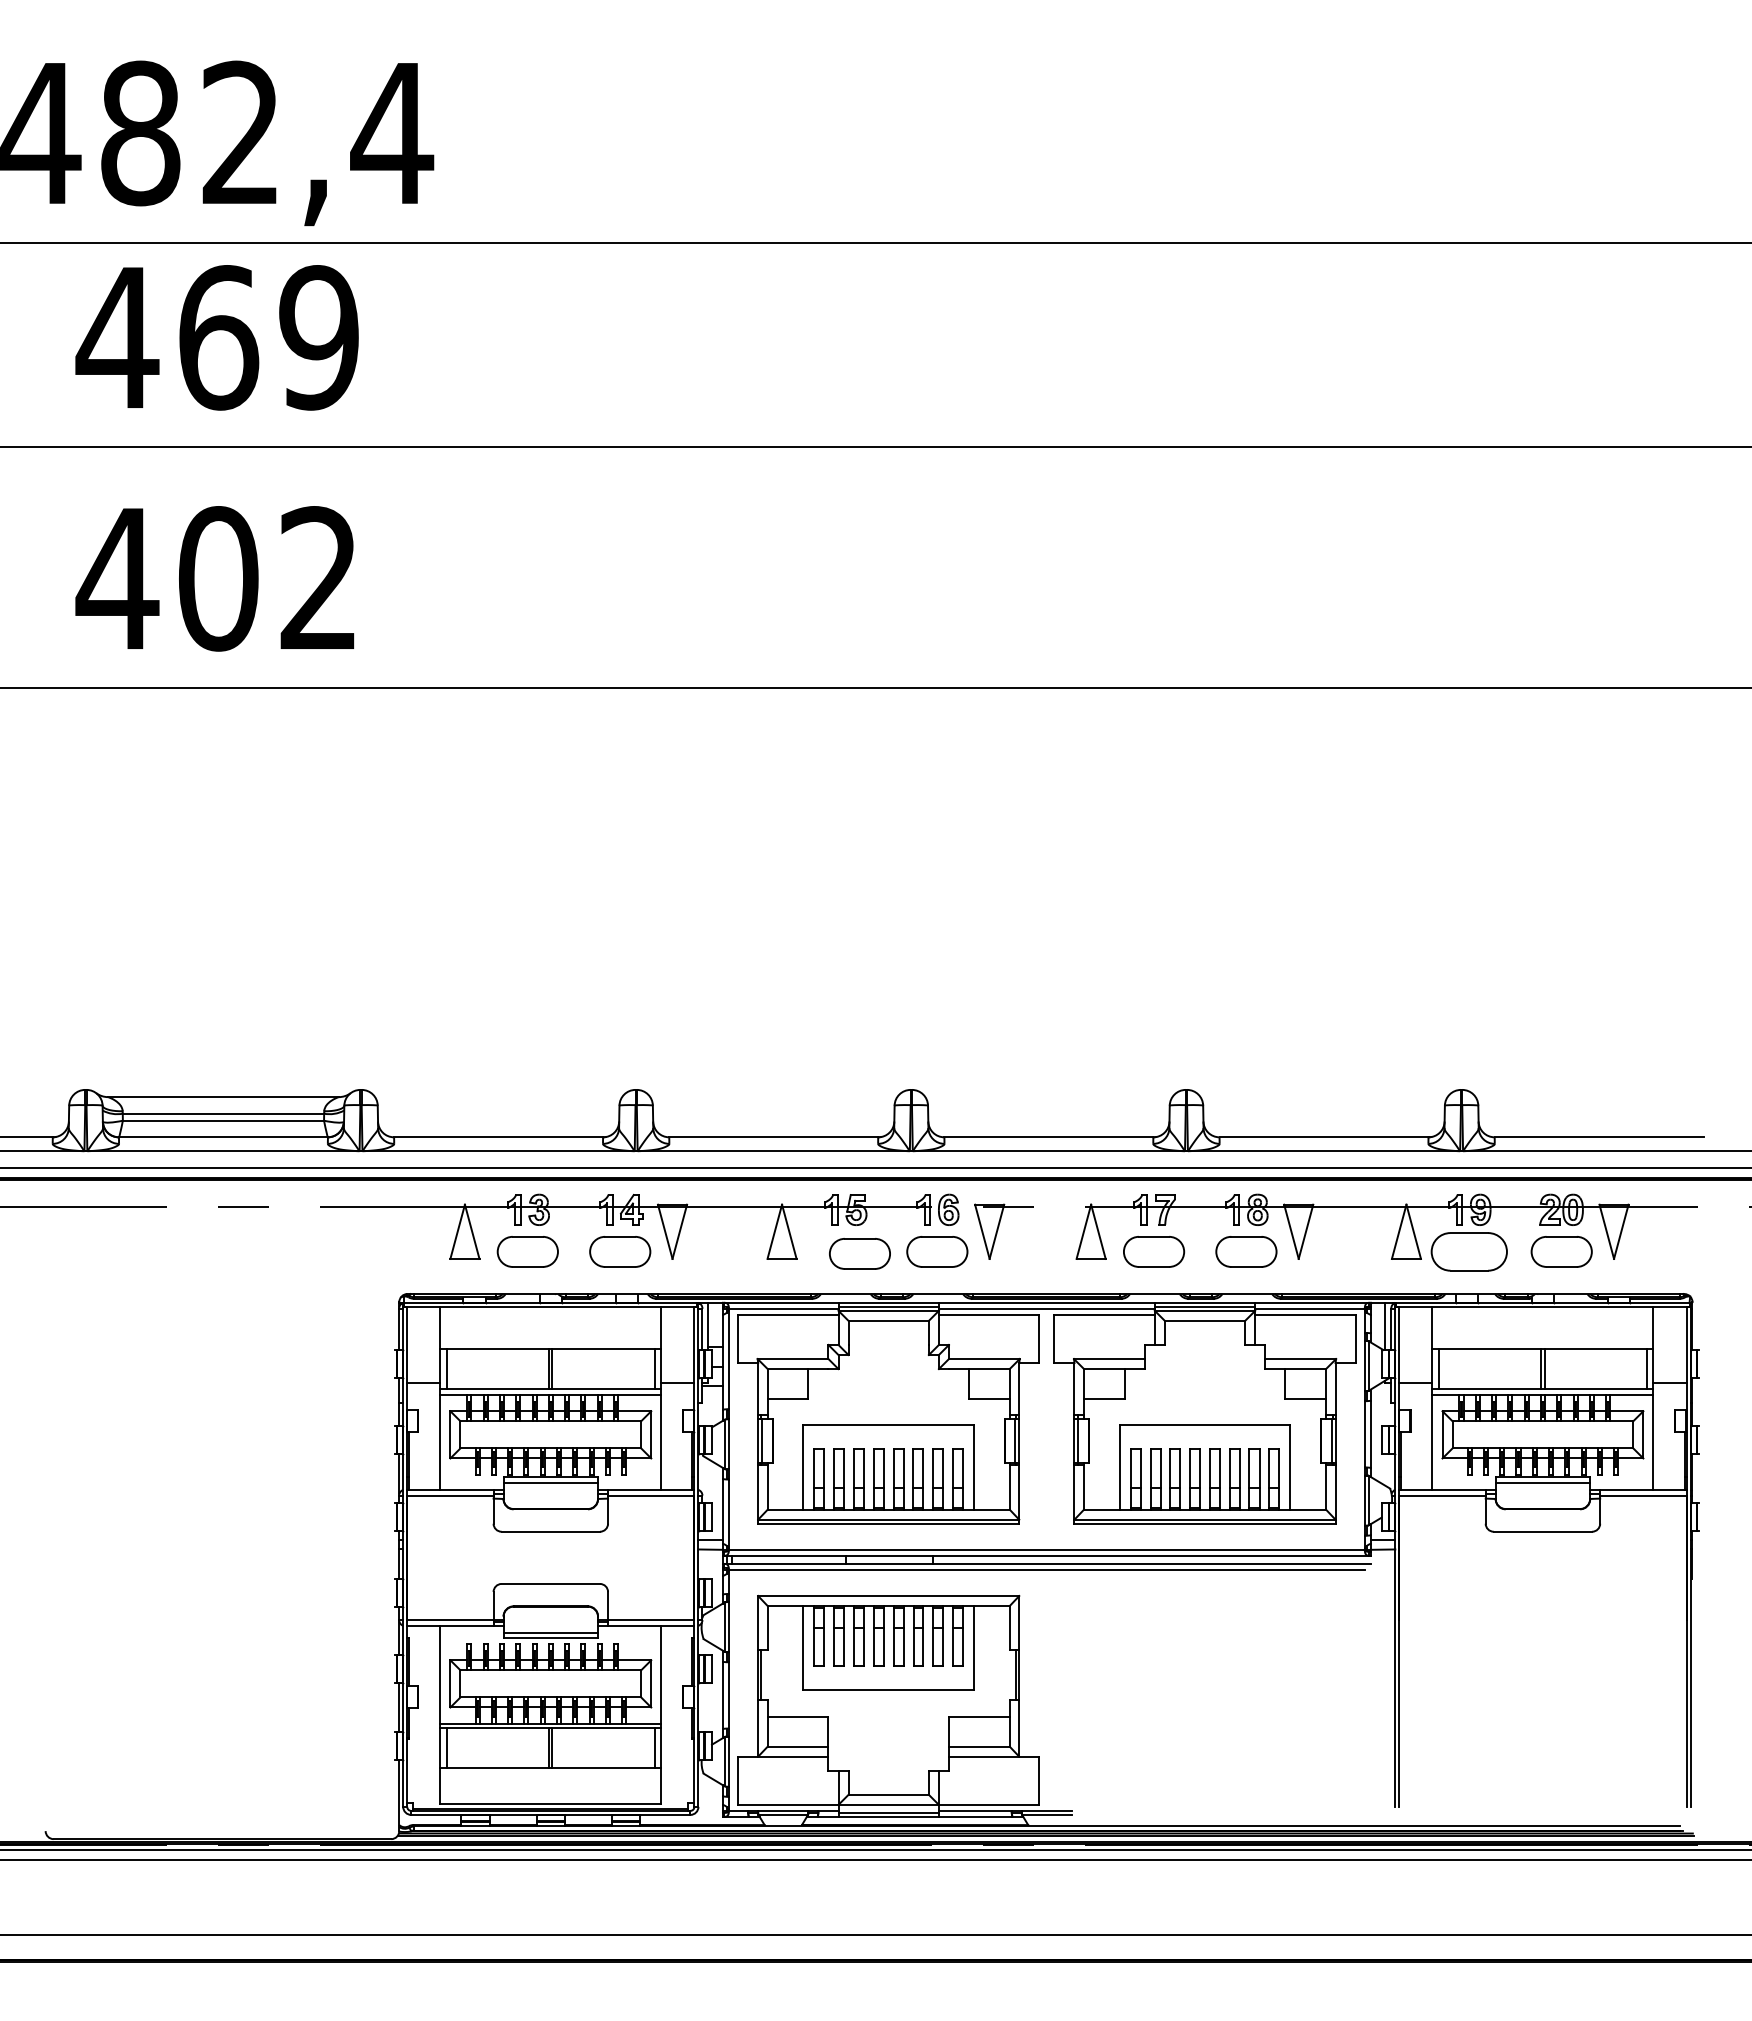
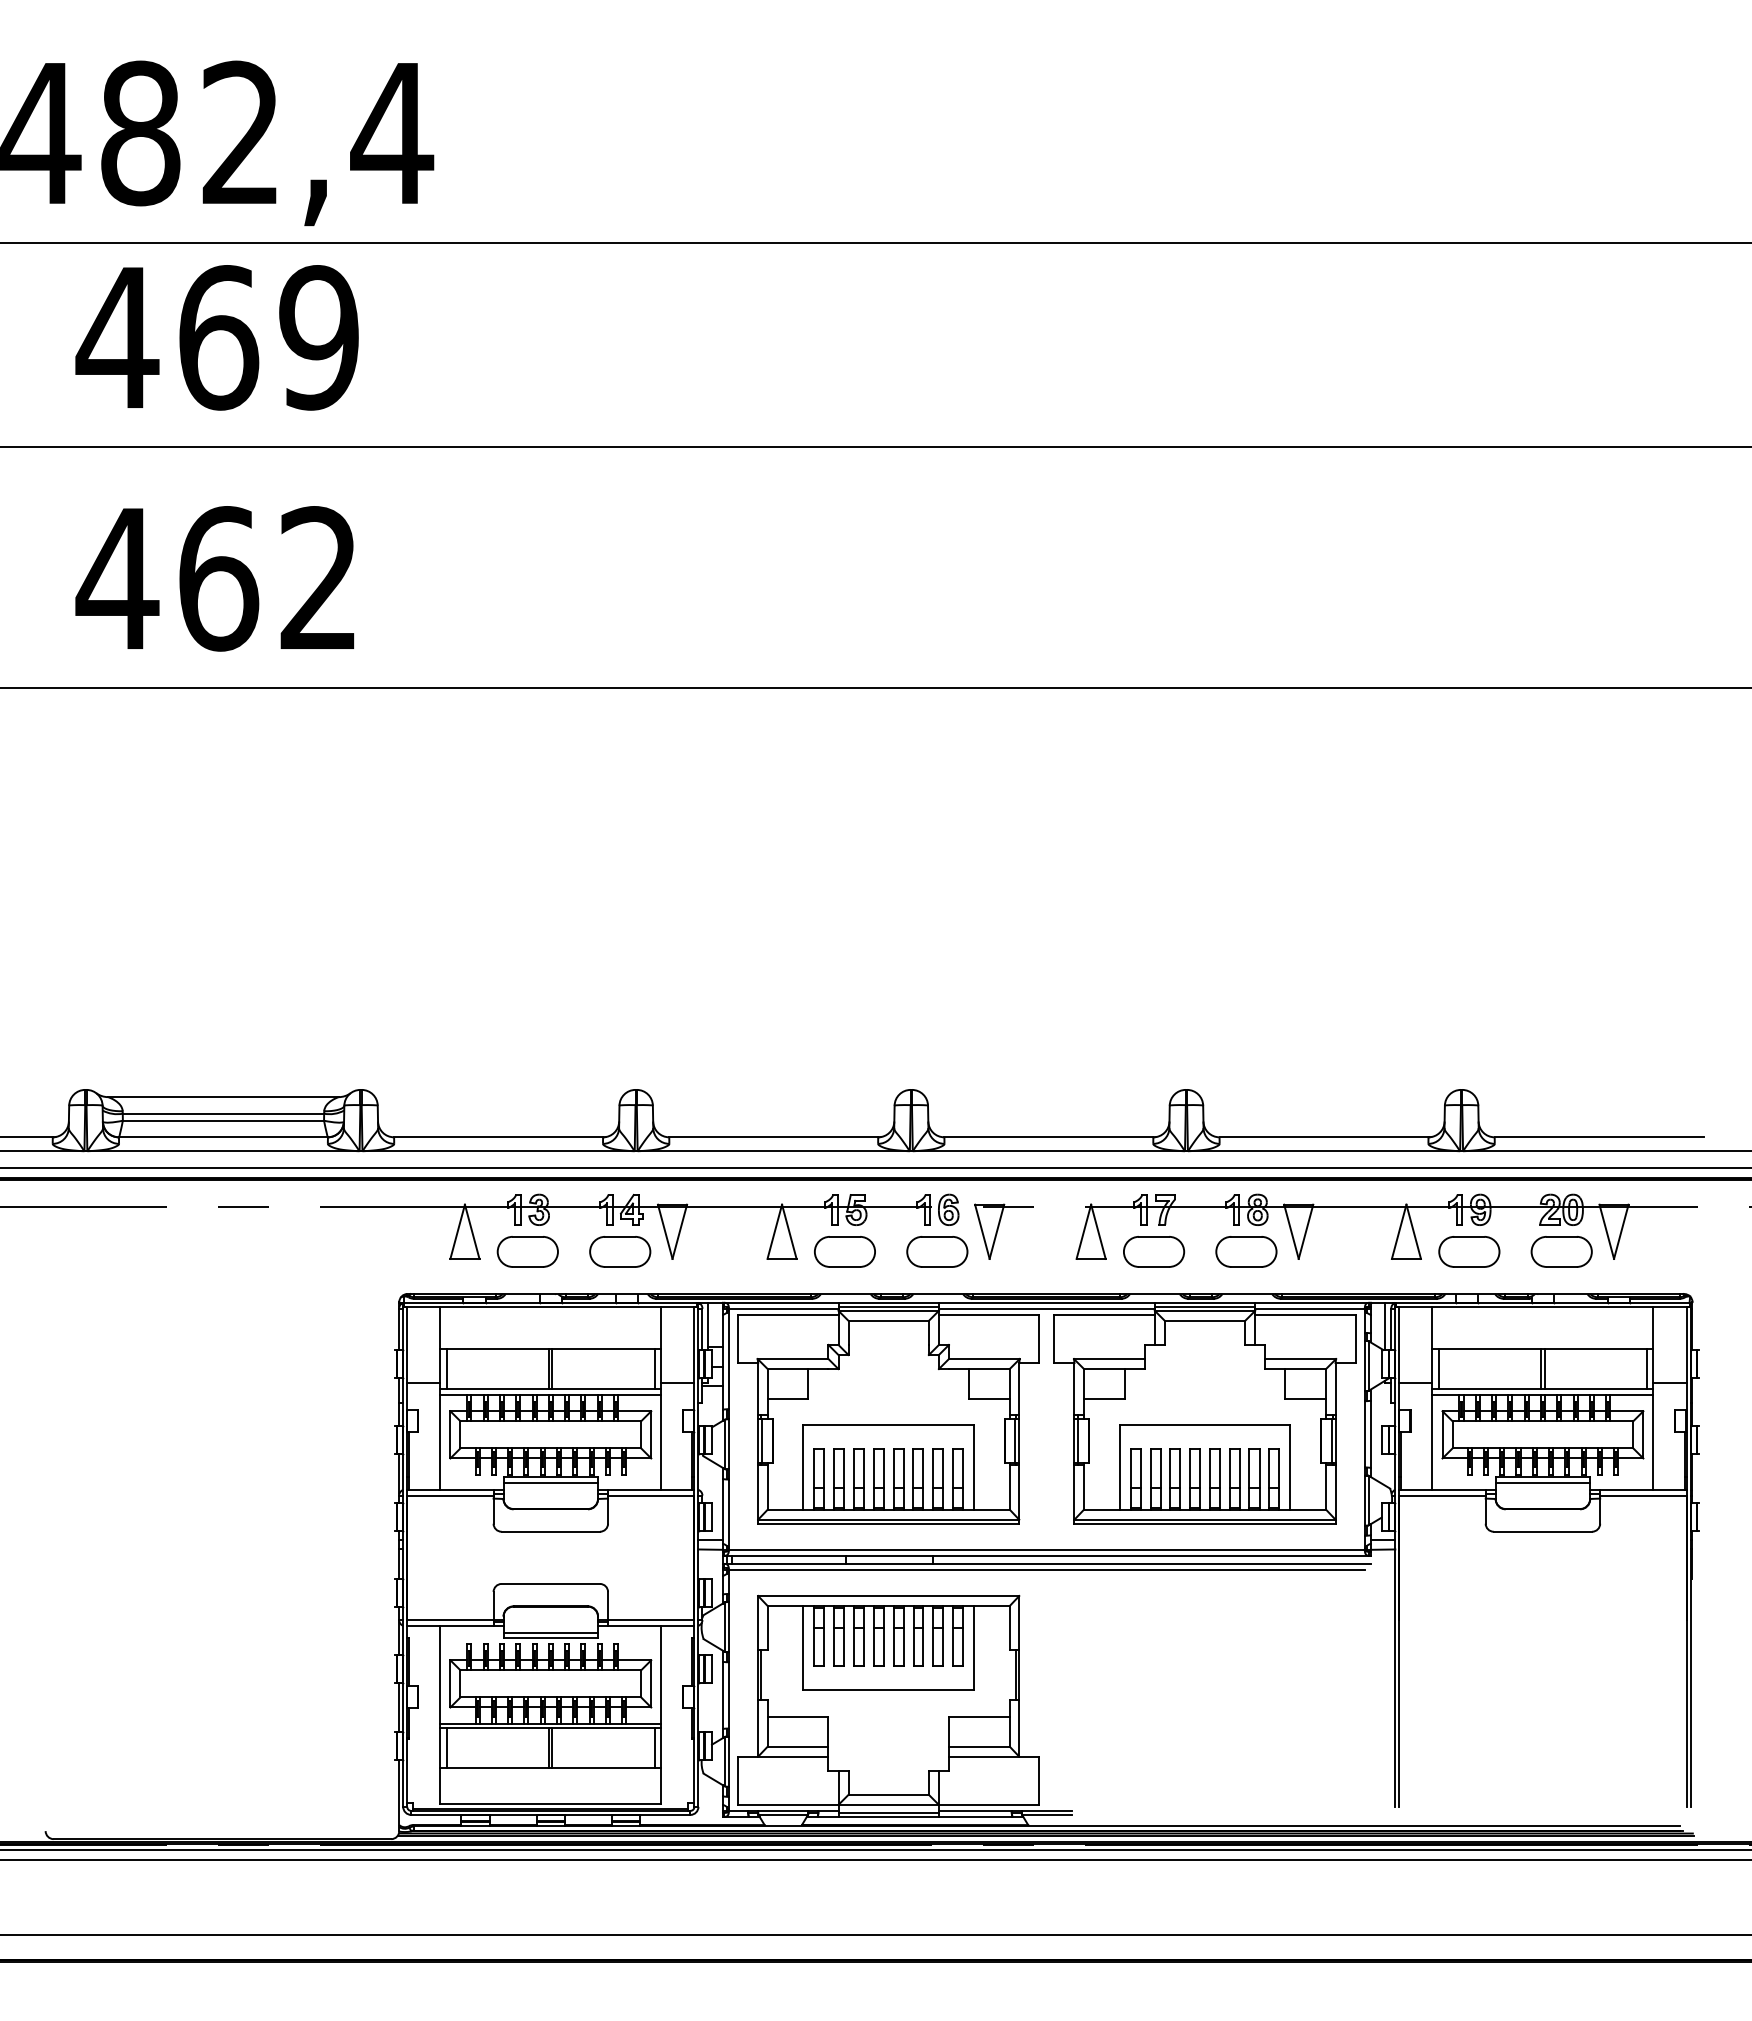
text at (219, 578): 402 -> 462
part at (1468, 1251) size: 78x40 px -> 63x32 px
part at (859, 1253) position: (859, 1253) -> (844, 1251)
